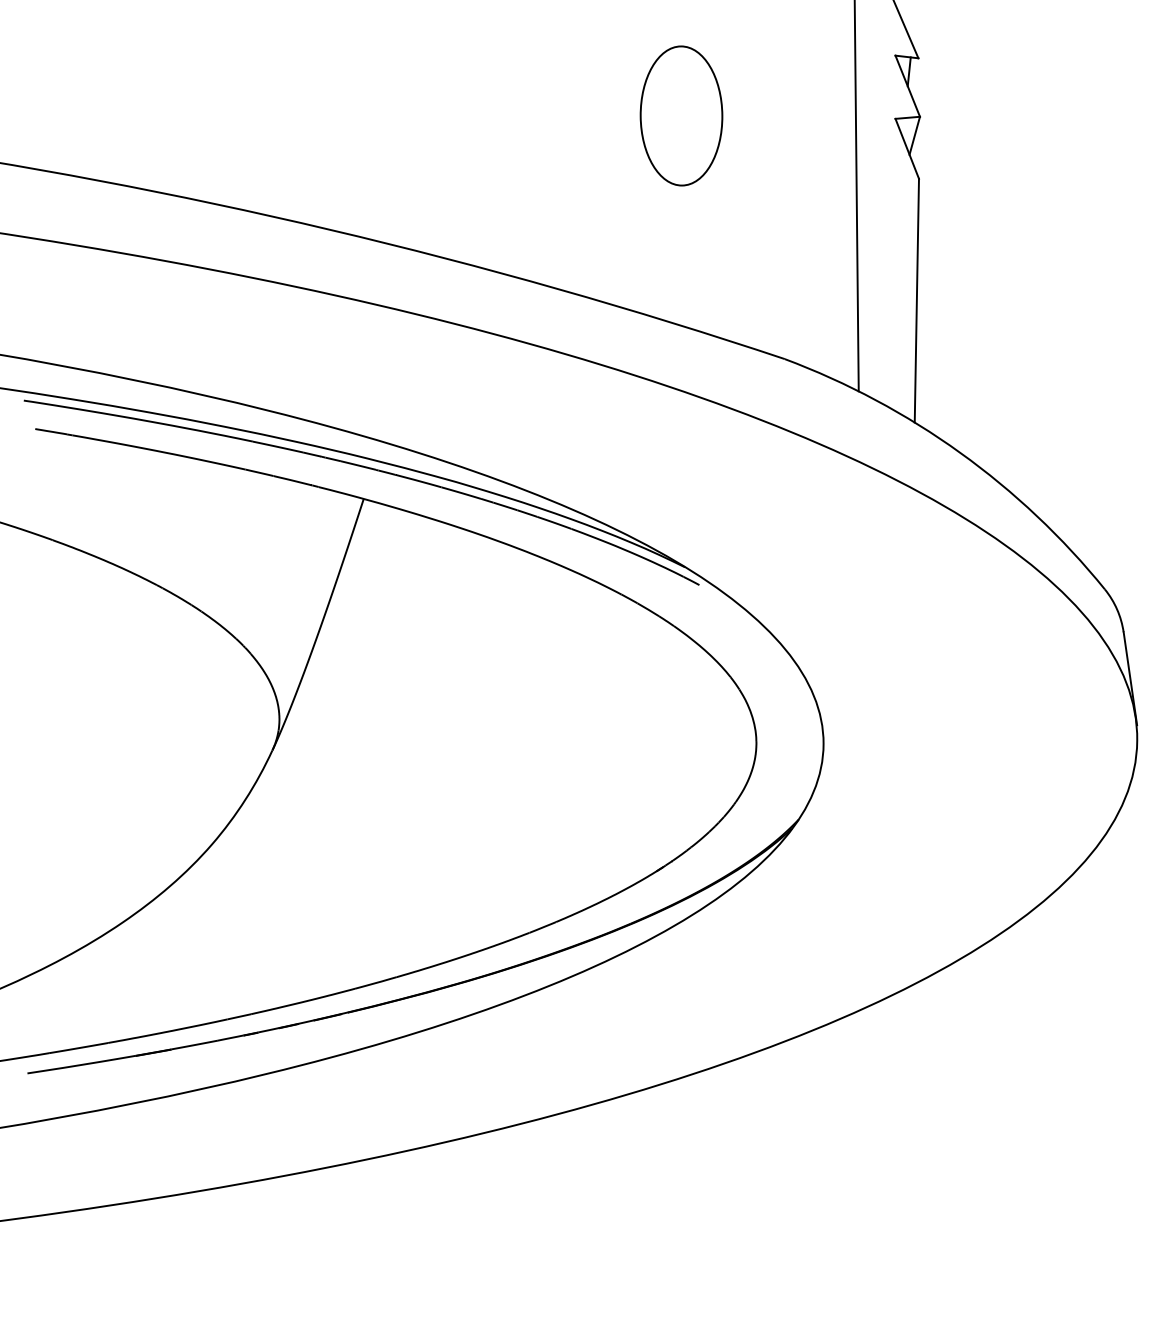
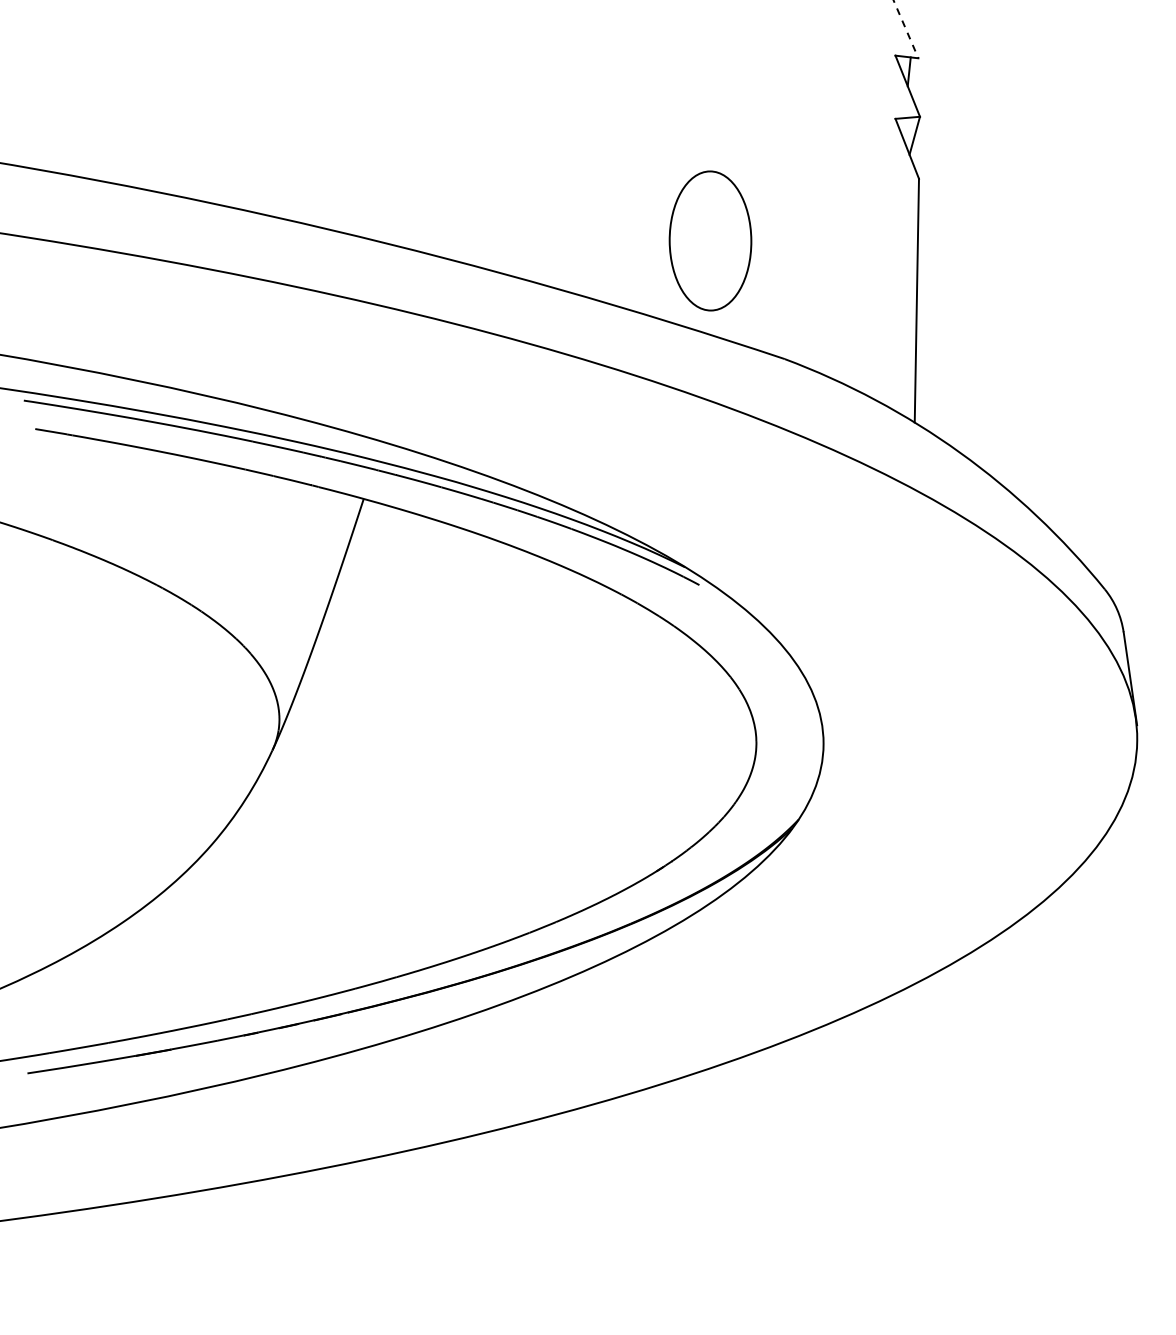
line at (906, 30): solid -> dashed
part at (681, 115) position: (681, 115) -> (710, 240)
line at (856, 196): present -> none
